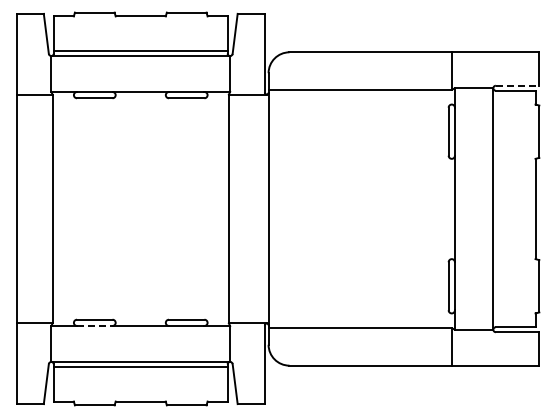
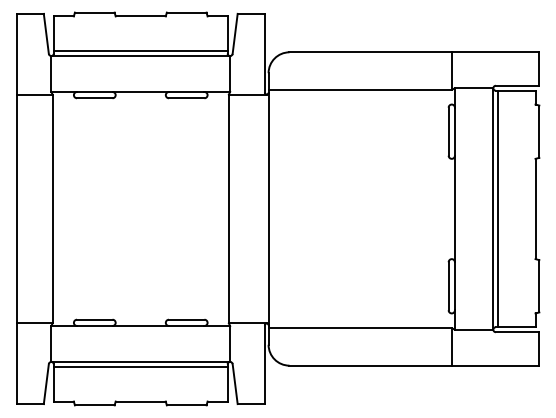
line at (517, 85): dashed -> solid
line at (498, 208): none -> present
line at (94, 325): dashed -> solid
